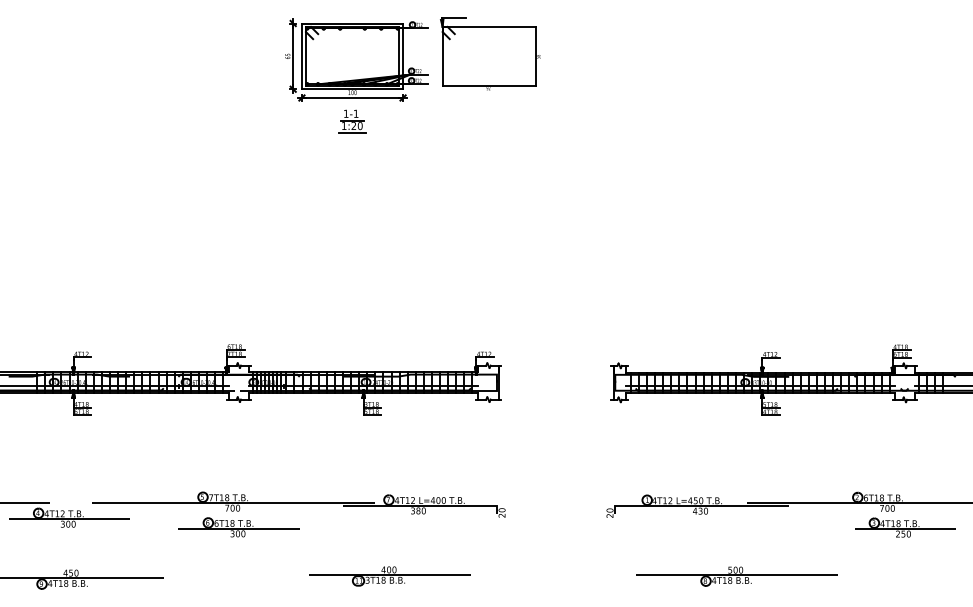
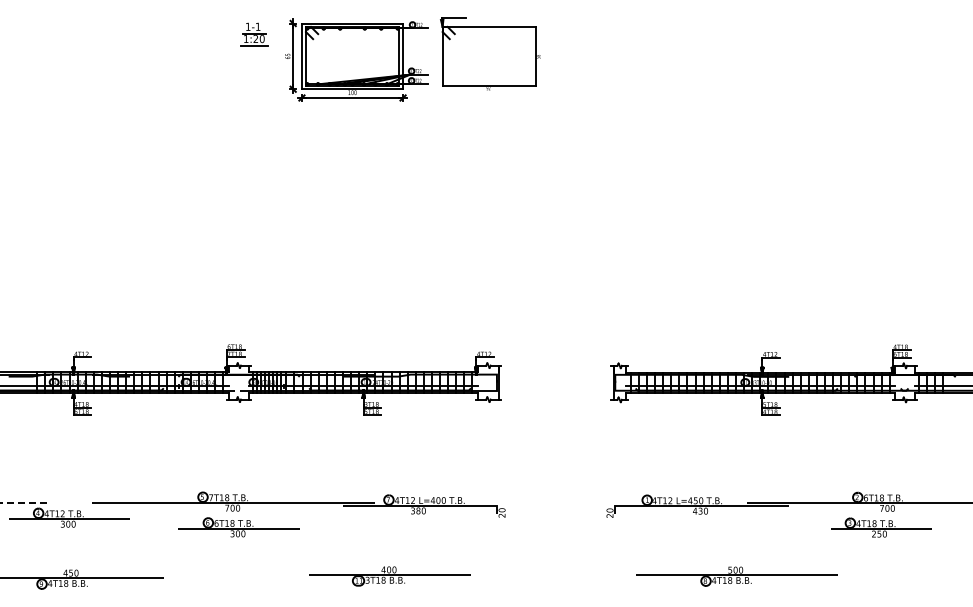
part at (352, 121) position: (352, 121) -> (254, 34)
line at (25, 503): solid -> dashed
part at (905, 527) position: (905, 527) -> (881, 527)
